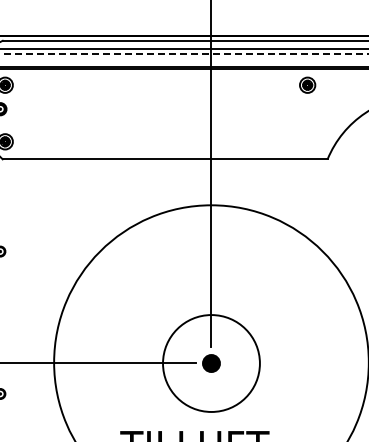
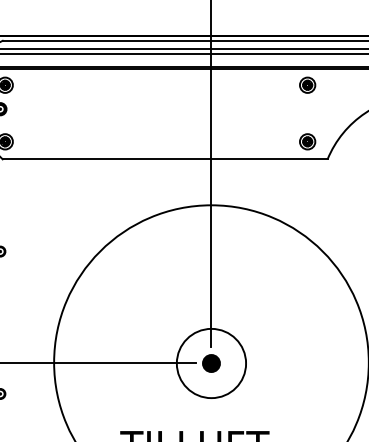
line at (184, 54): dashed -> solid
part at (307, 141): none -> present
circle at (211, 363) diameter: 97 px -> 69 px
